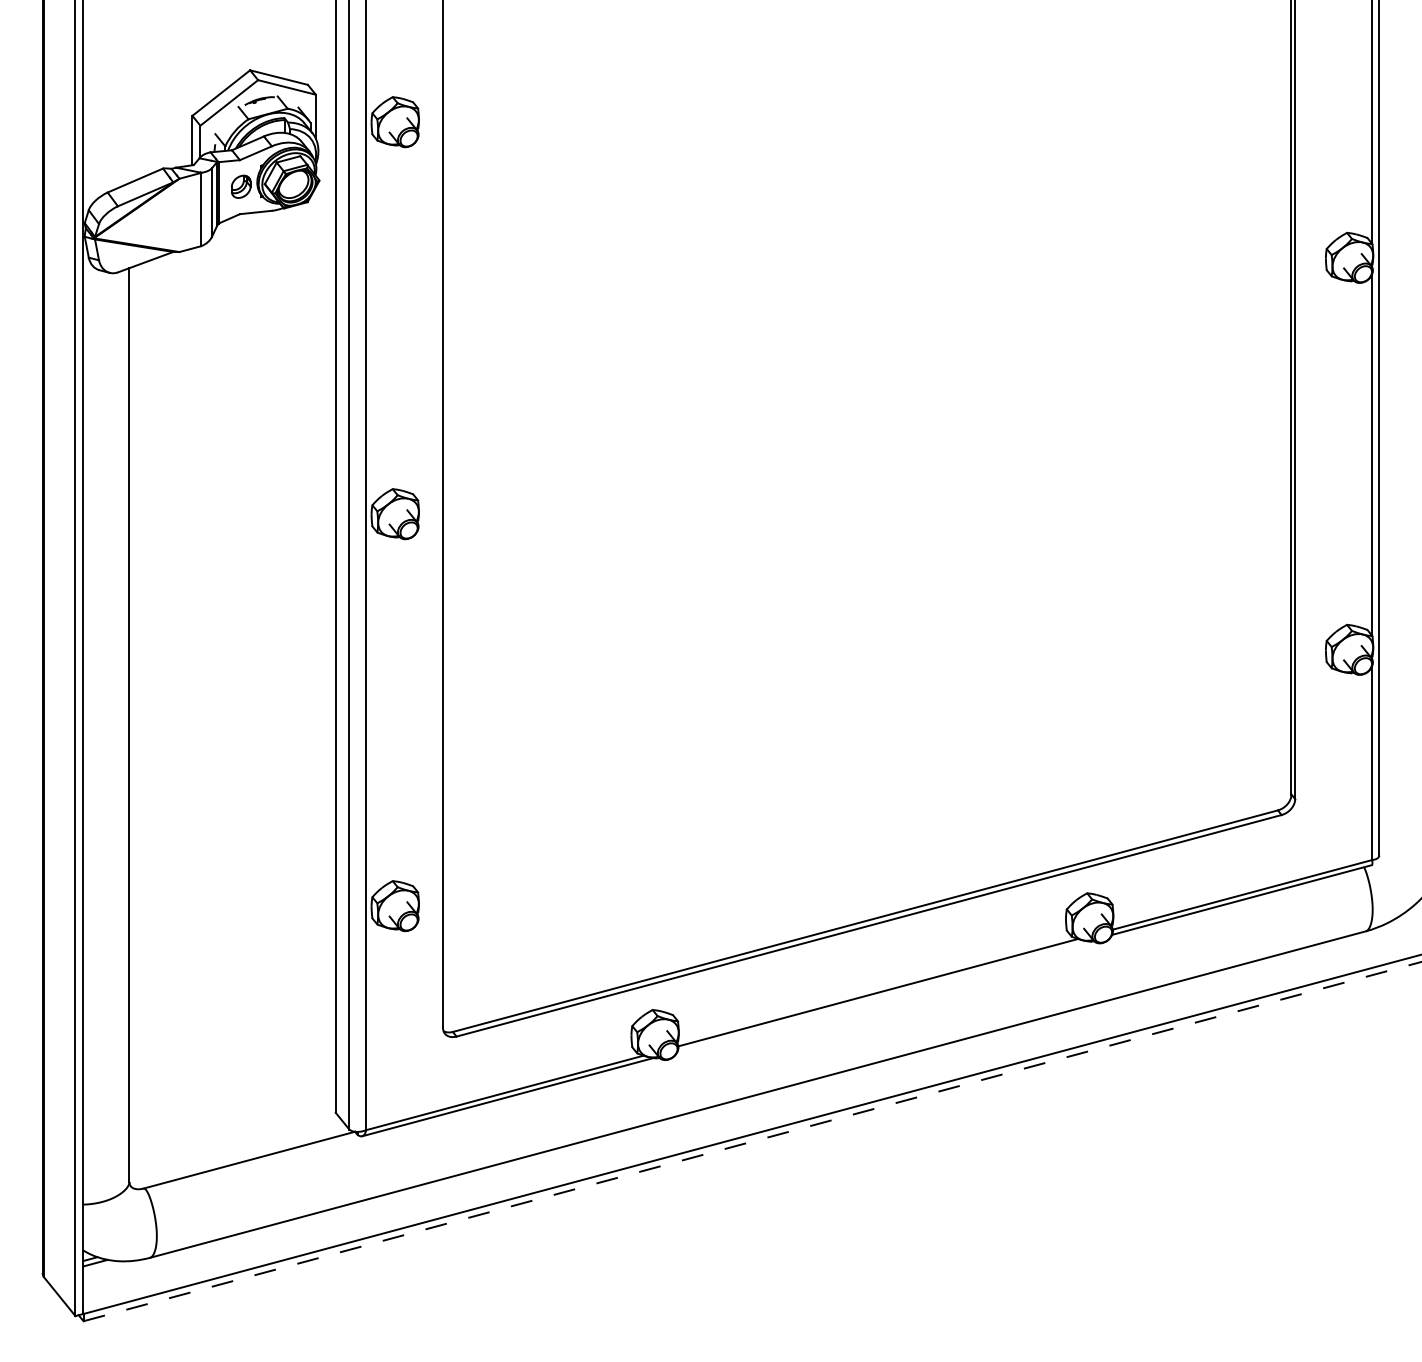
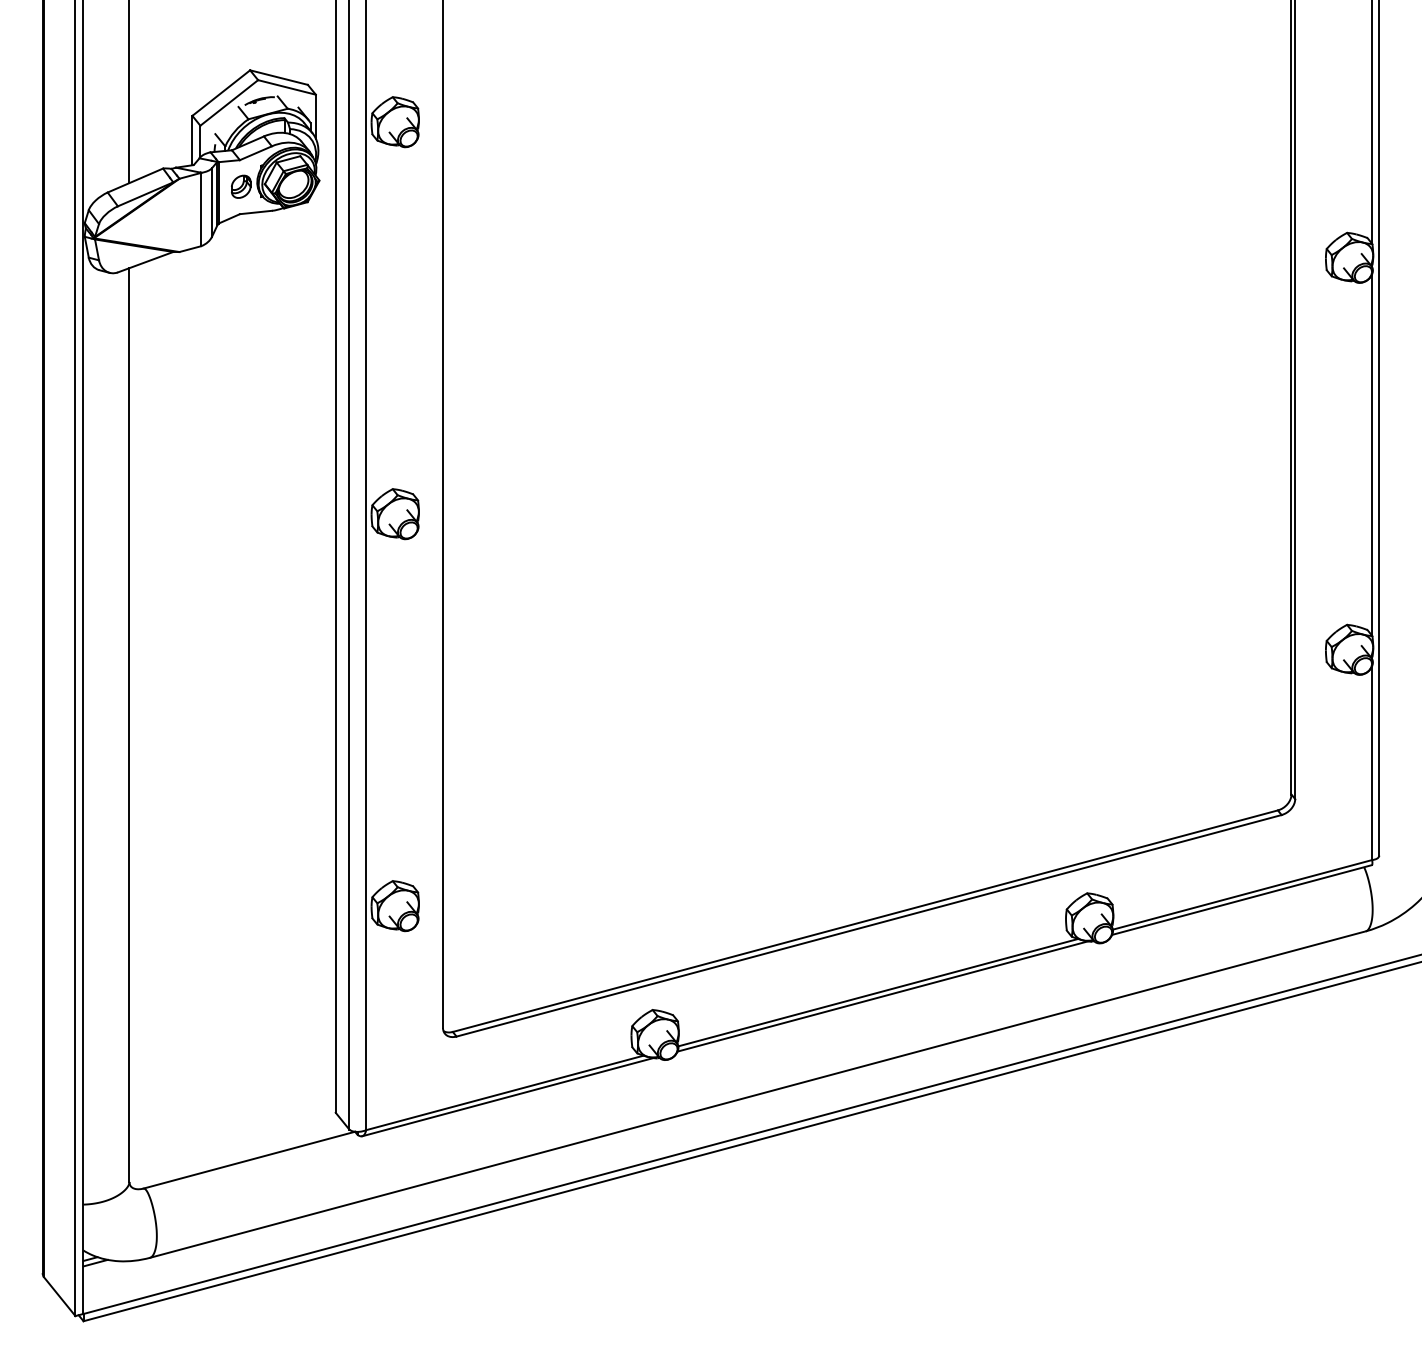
line at (129, 92): none -> present
line at (882, 996): none -> present
line at (752, 1141): dashed -> solid
